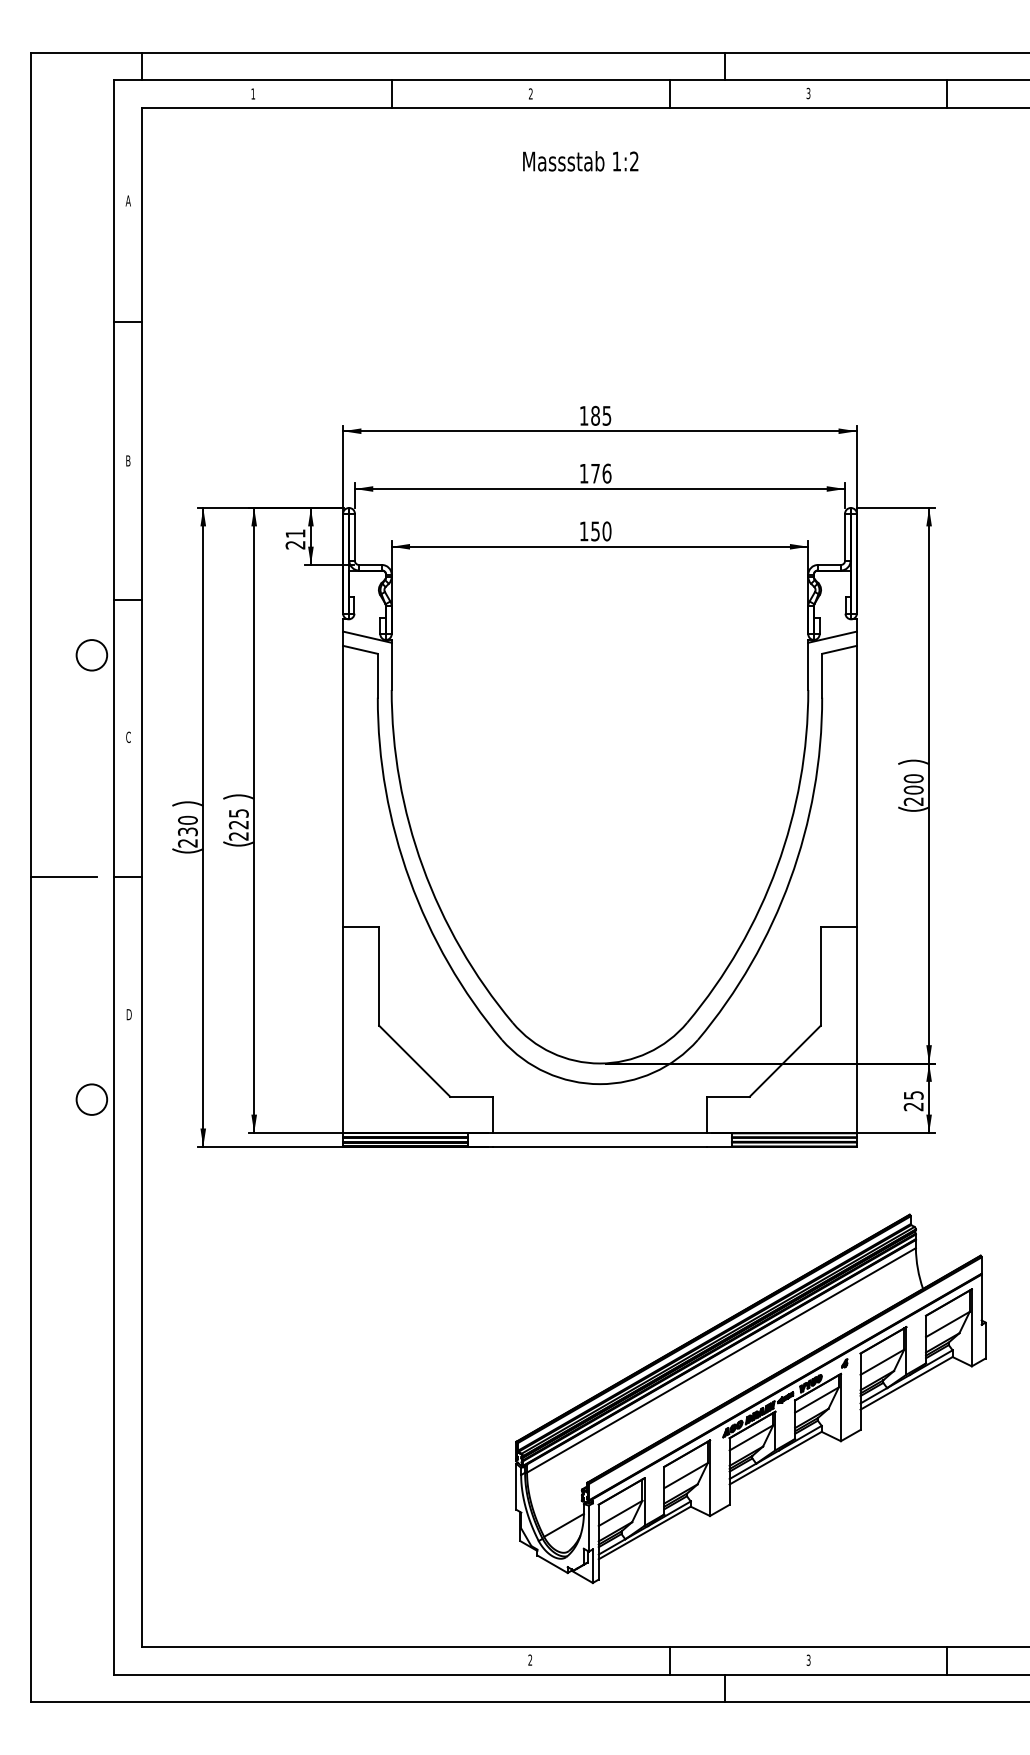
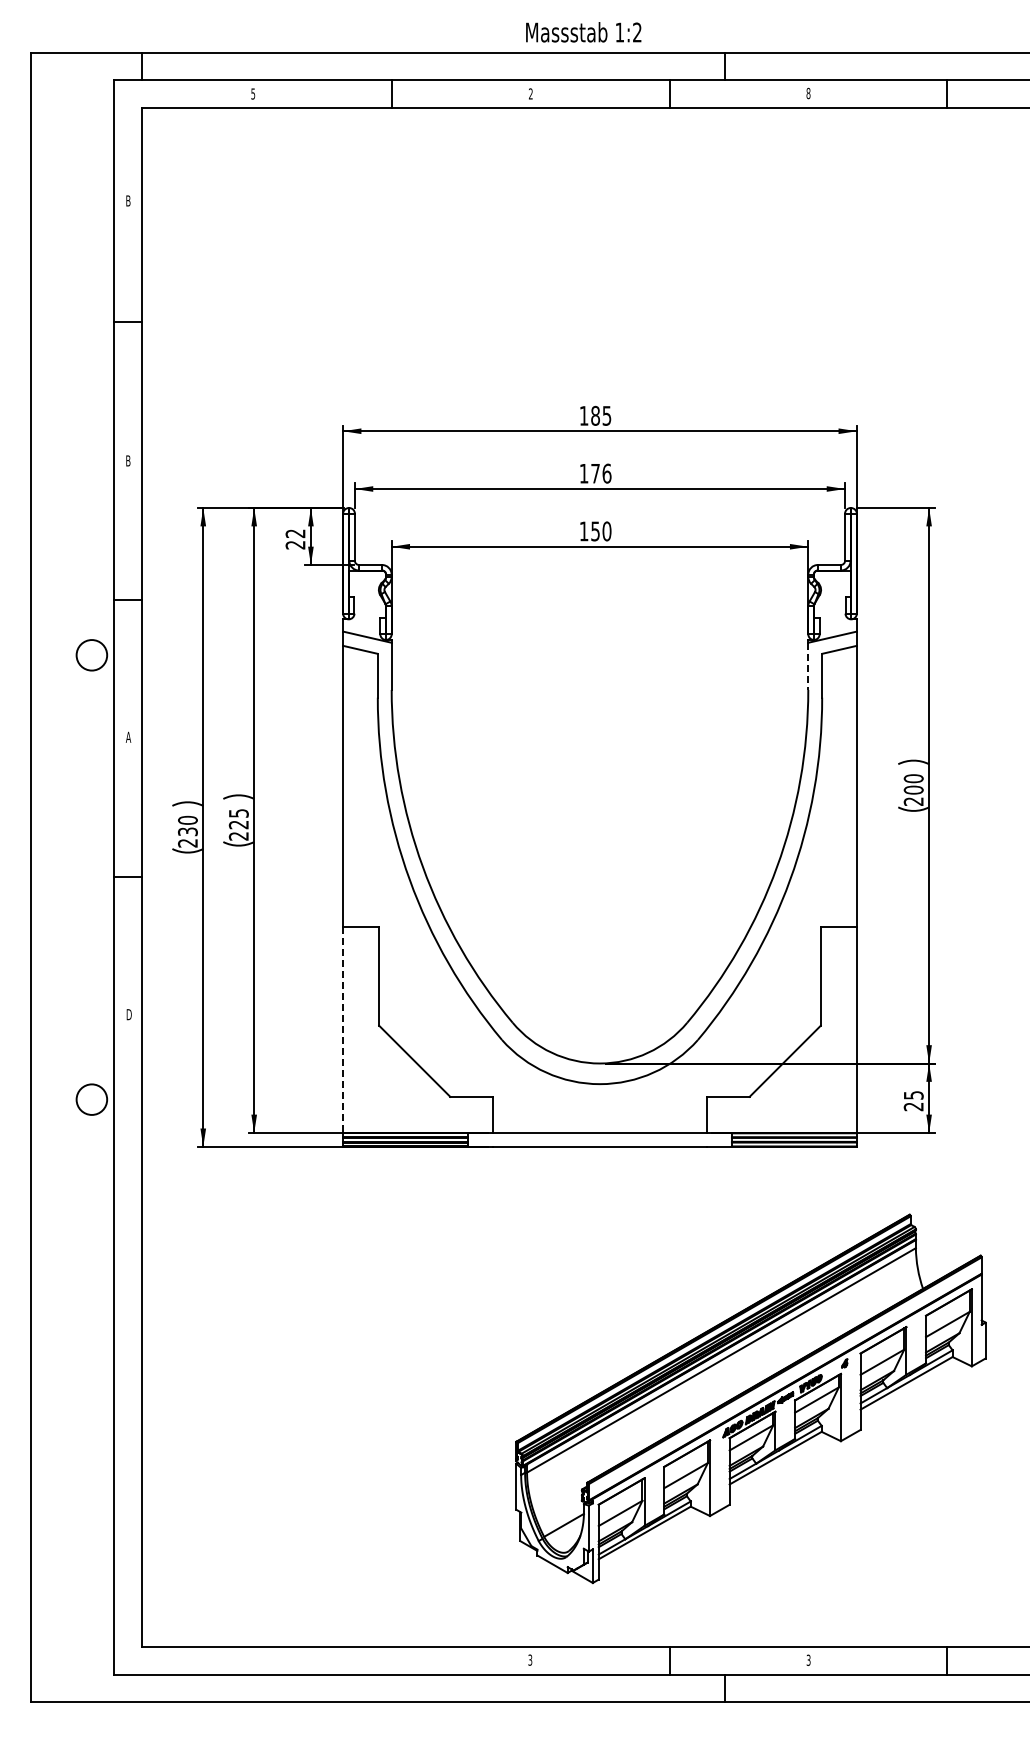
text at (253, 93): 1 -> 5
text at (808, 93): 3 -> 8
text at (580, 161) position: (580, 161) -> (583, 32)
text at (127, 200): A -> B
text at (295, 533): 21 -> 22
line at (808, 666): solid -> dashed
text at (128, 736): C -> A
line at (63, 877): present -> none
line at (343, 1030): solid -> dashed
text at (530, 1660): 2 -> 3
